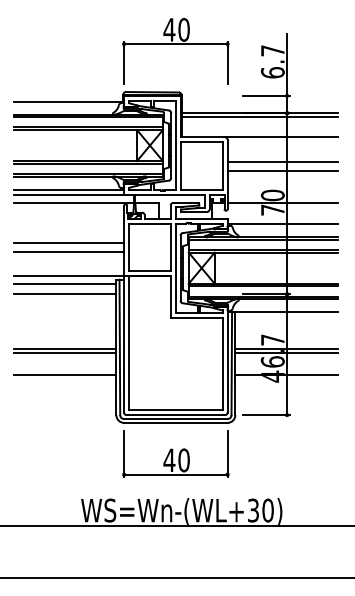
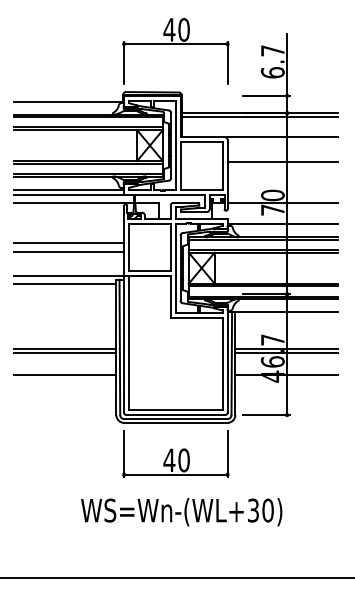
line at (282, 170): present -> none
line at (65, 294): present -> none
line at (176, 526): present -> none
